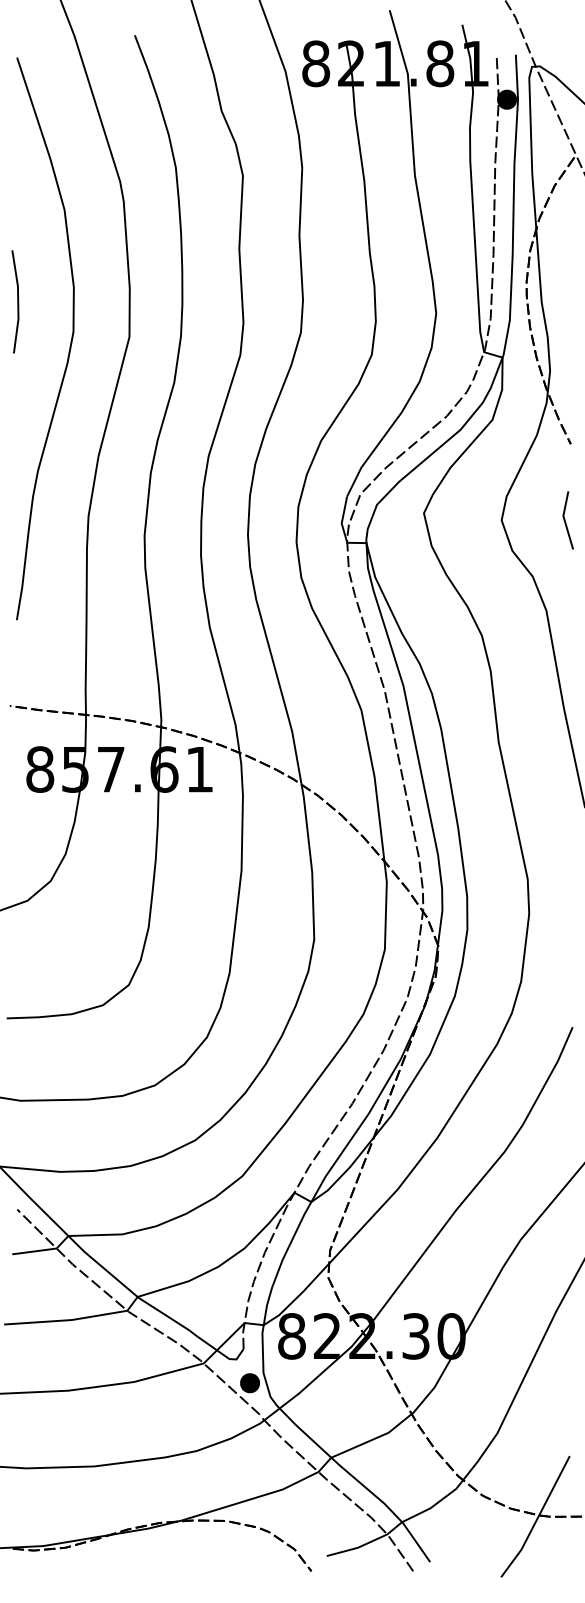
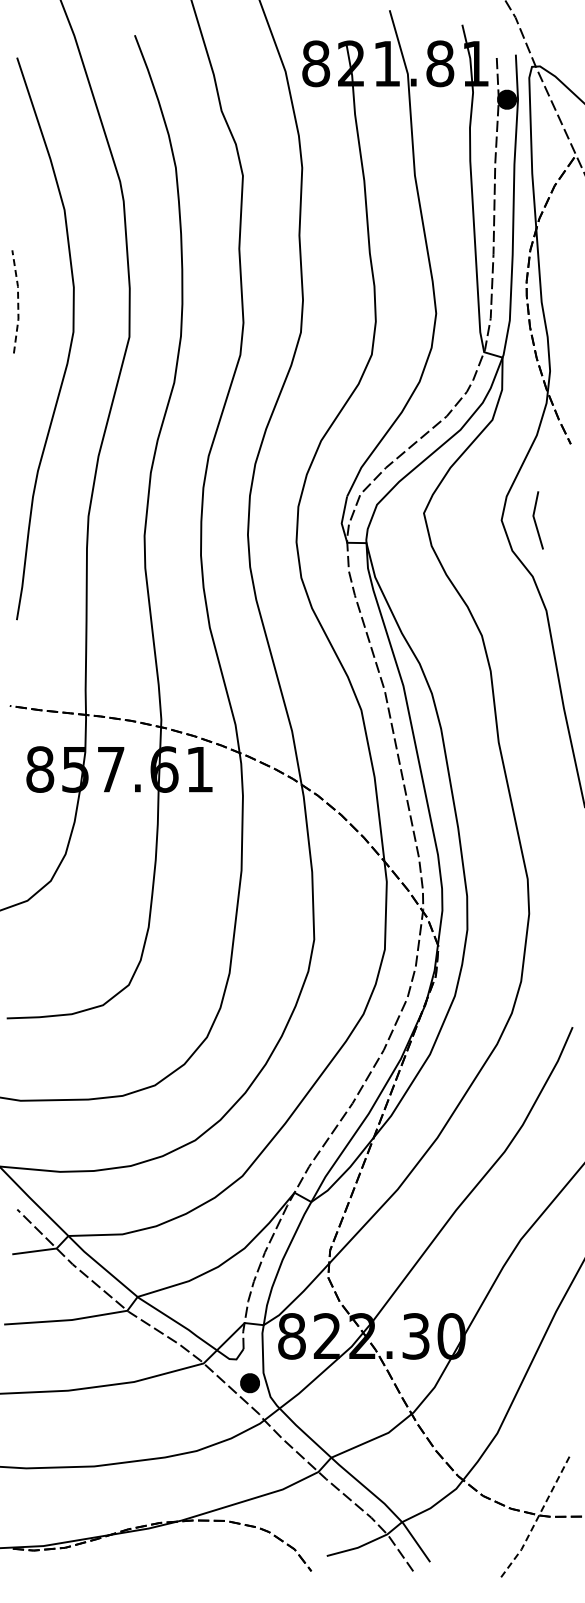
line at (18, 301): solid -> dashed
line at (565, 520) position: (565, 520) -> (535, 520)
line at (537, 1518): solid -> dashed
